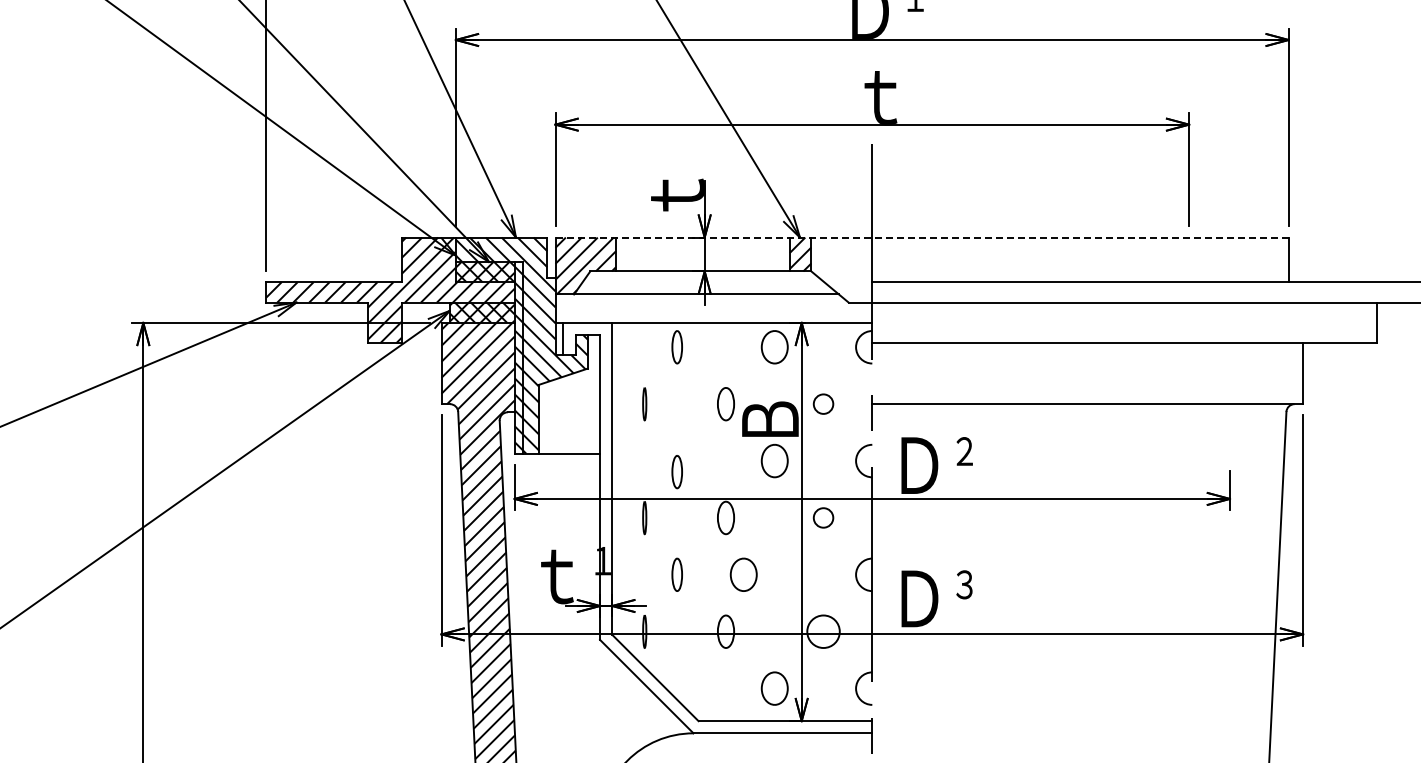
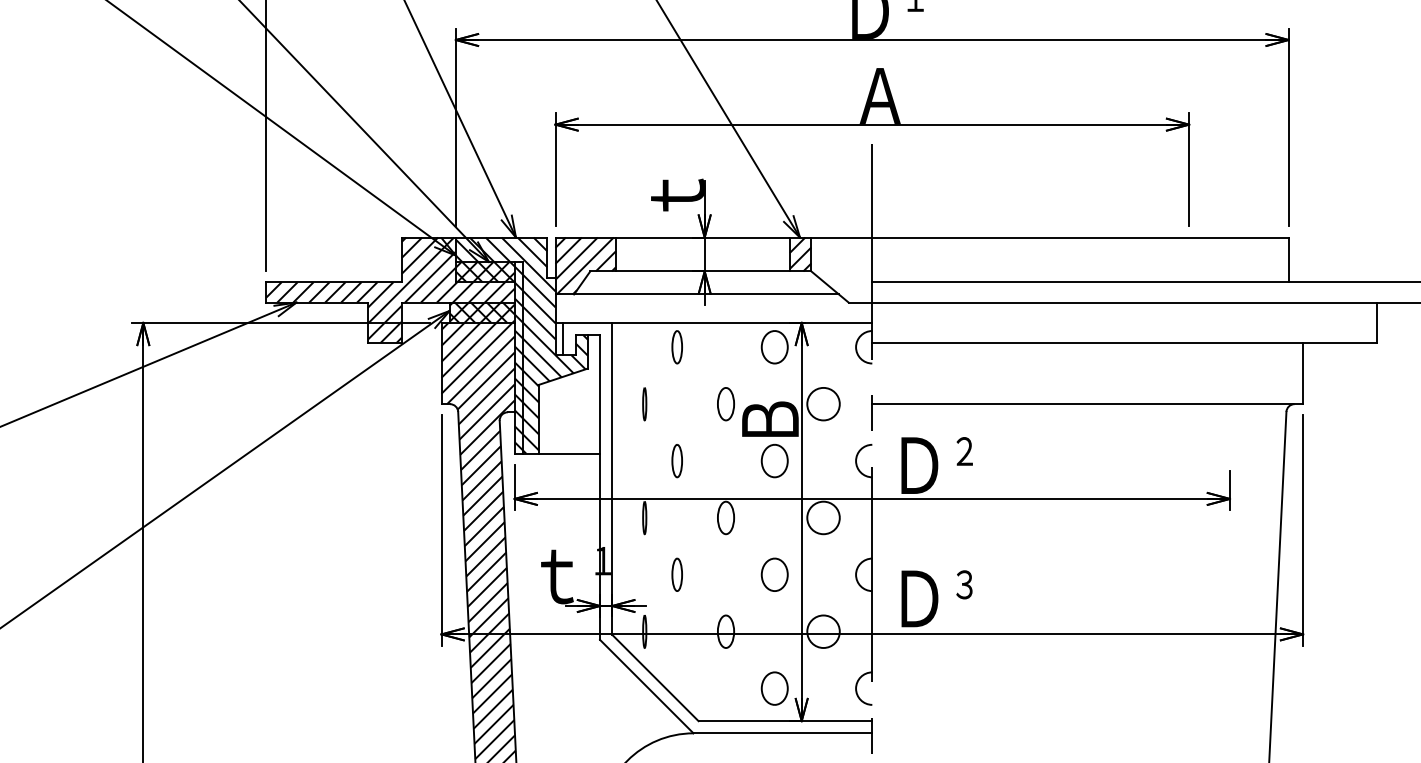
text at (879, 95): ｔ -> Ａ
line at (922, 237): dashed -> solid
circle at (823, 403) diameter: 20 px -> 33 px
part at (676, 472) position: (676, 472) -> (676, 461)
circle at (823, 517) diameter: 20 px -> 33 px
part at (743, 574) position: (743, 574) -> (774, 574)
